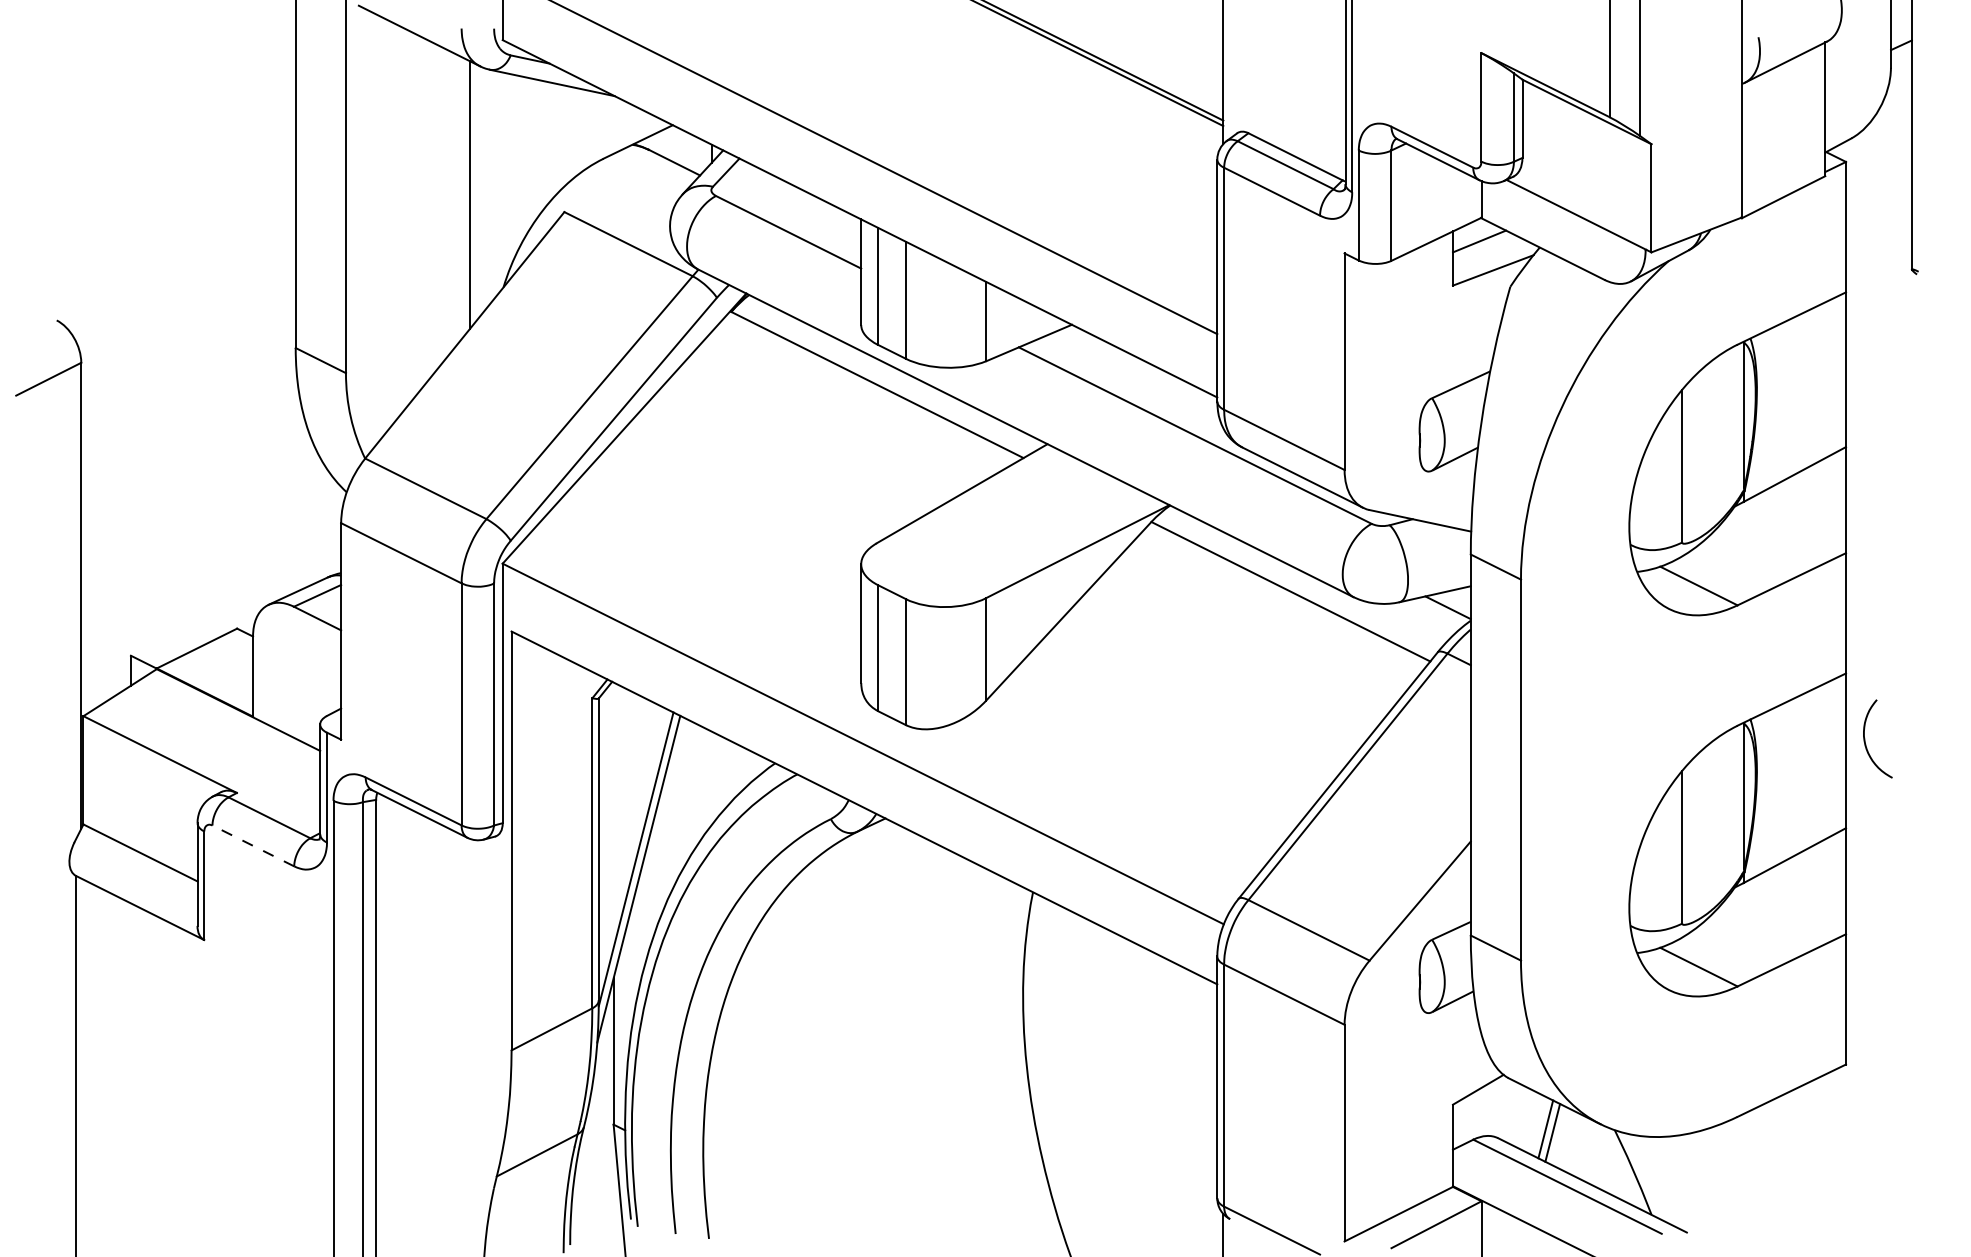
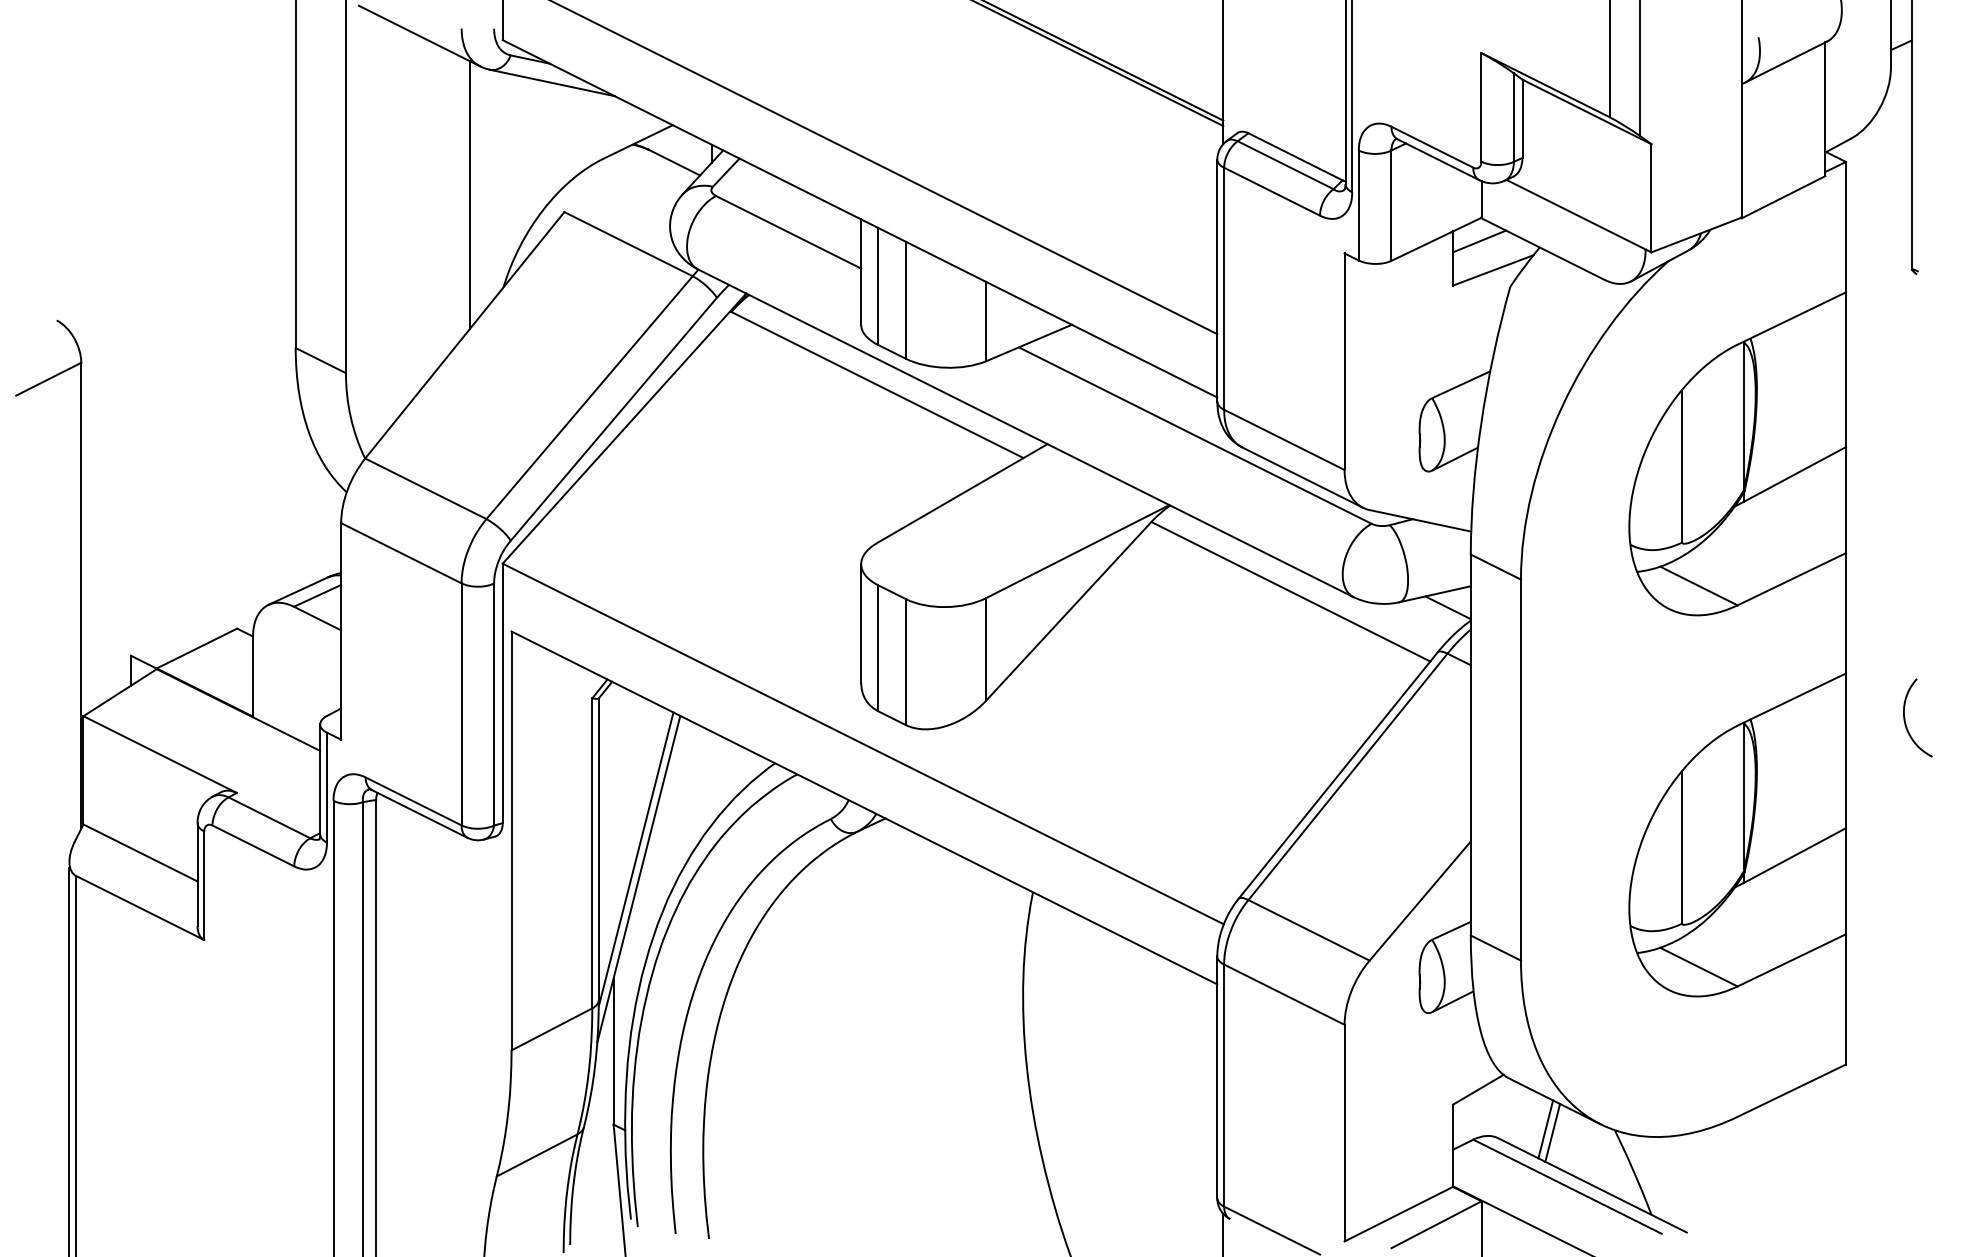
curve at (1865, 738) position: (1865, 738) -> (1905, 717)
line at (253, 845): dashed -> solid
line at (69, 1060): none -> present
